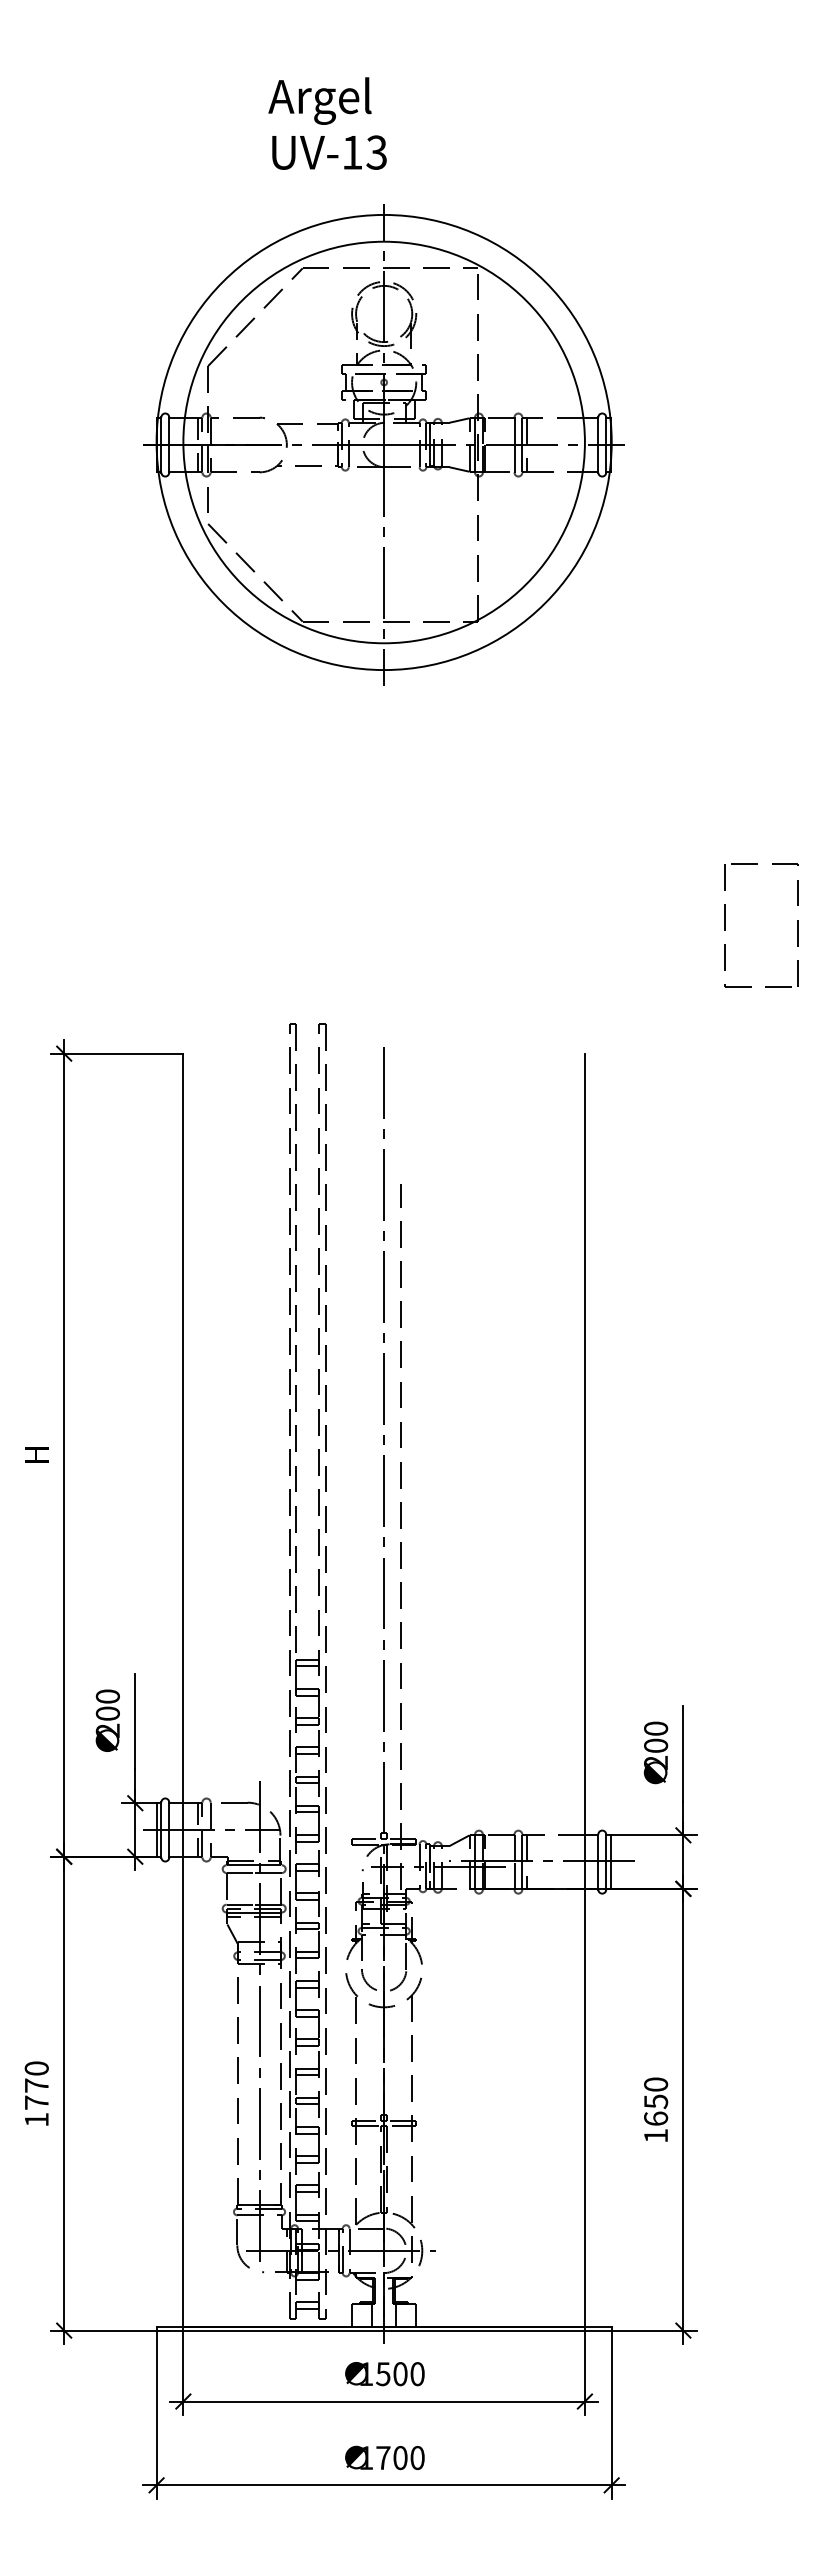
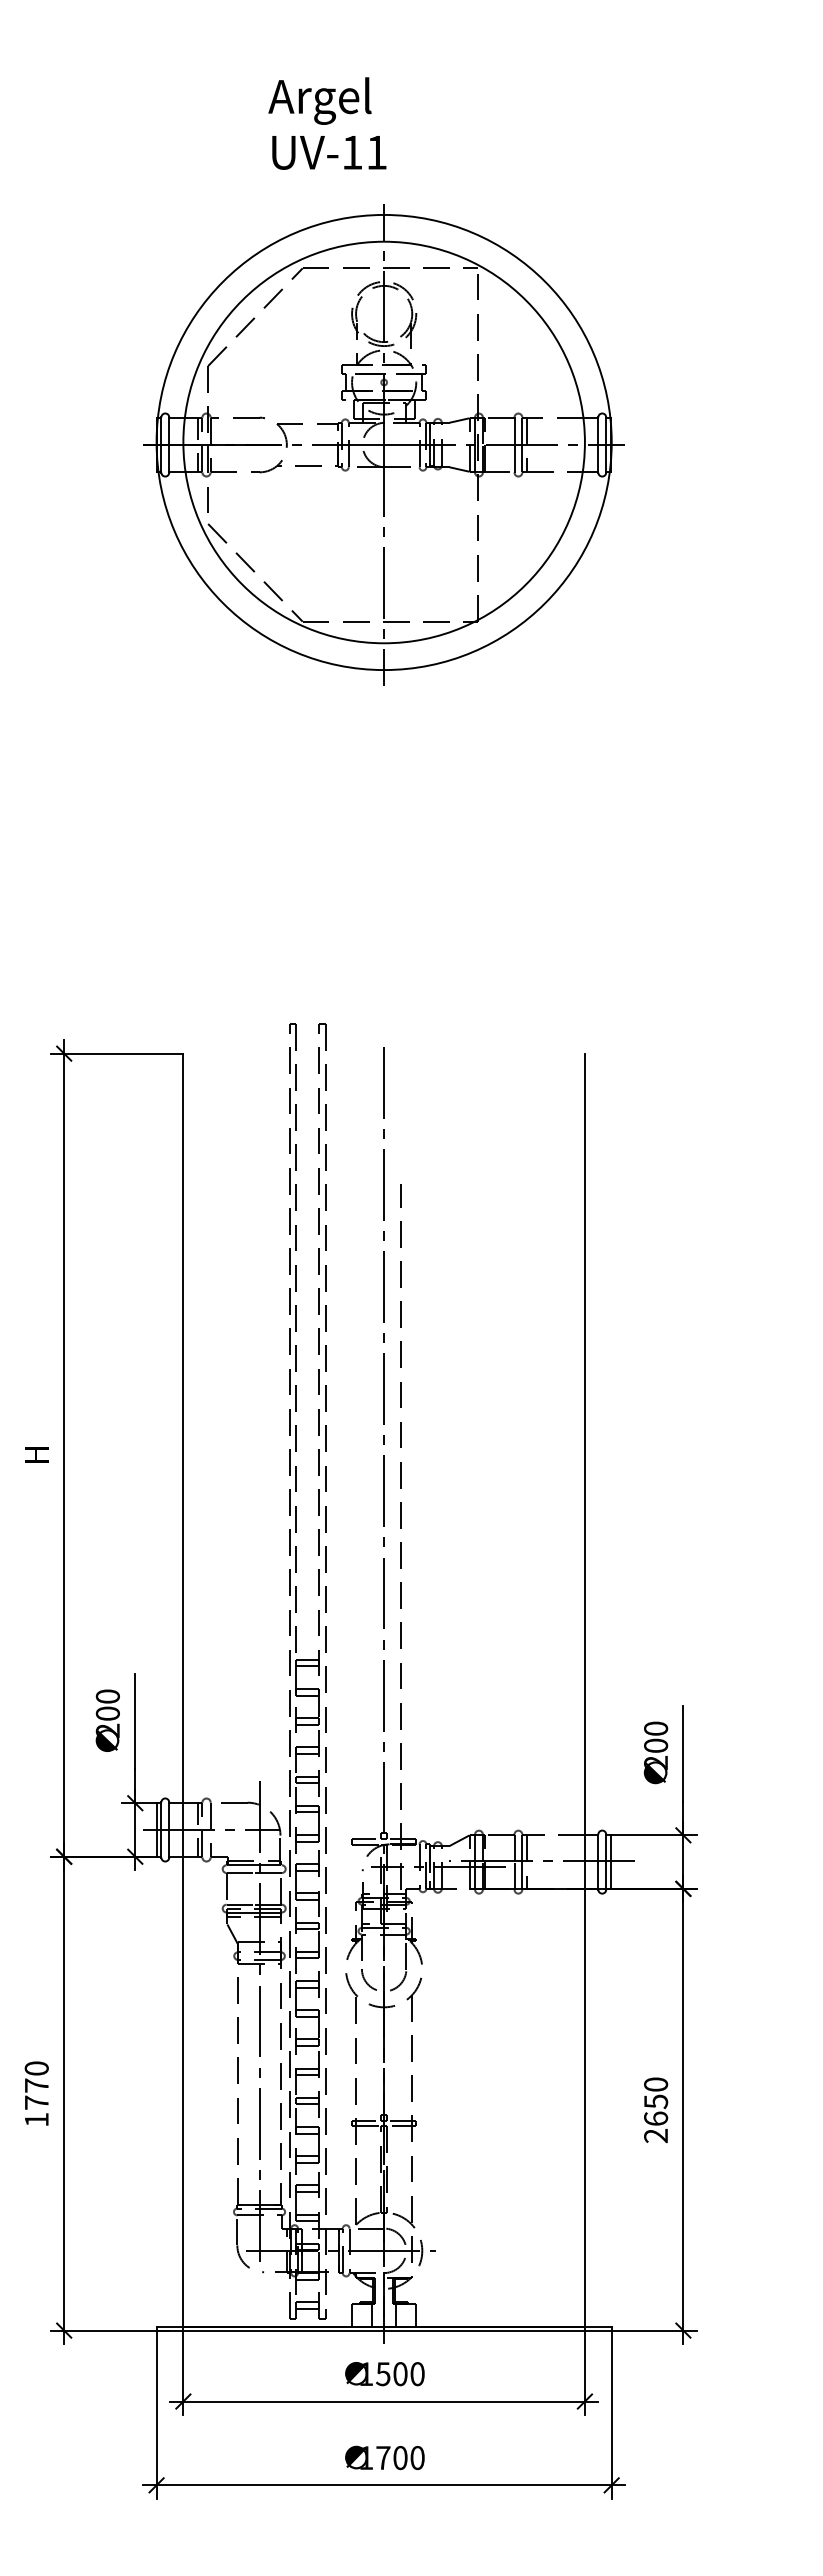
text at (376, 152): UV-13 -> UV-11
part at (725, 925): present -> none
text at (655, 2136): 1650 -> 2650
